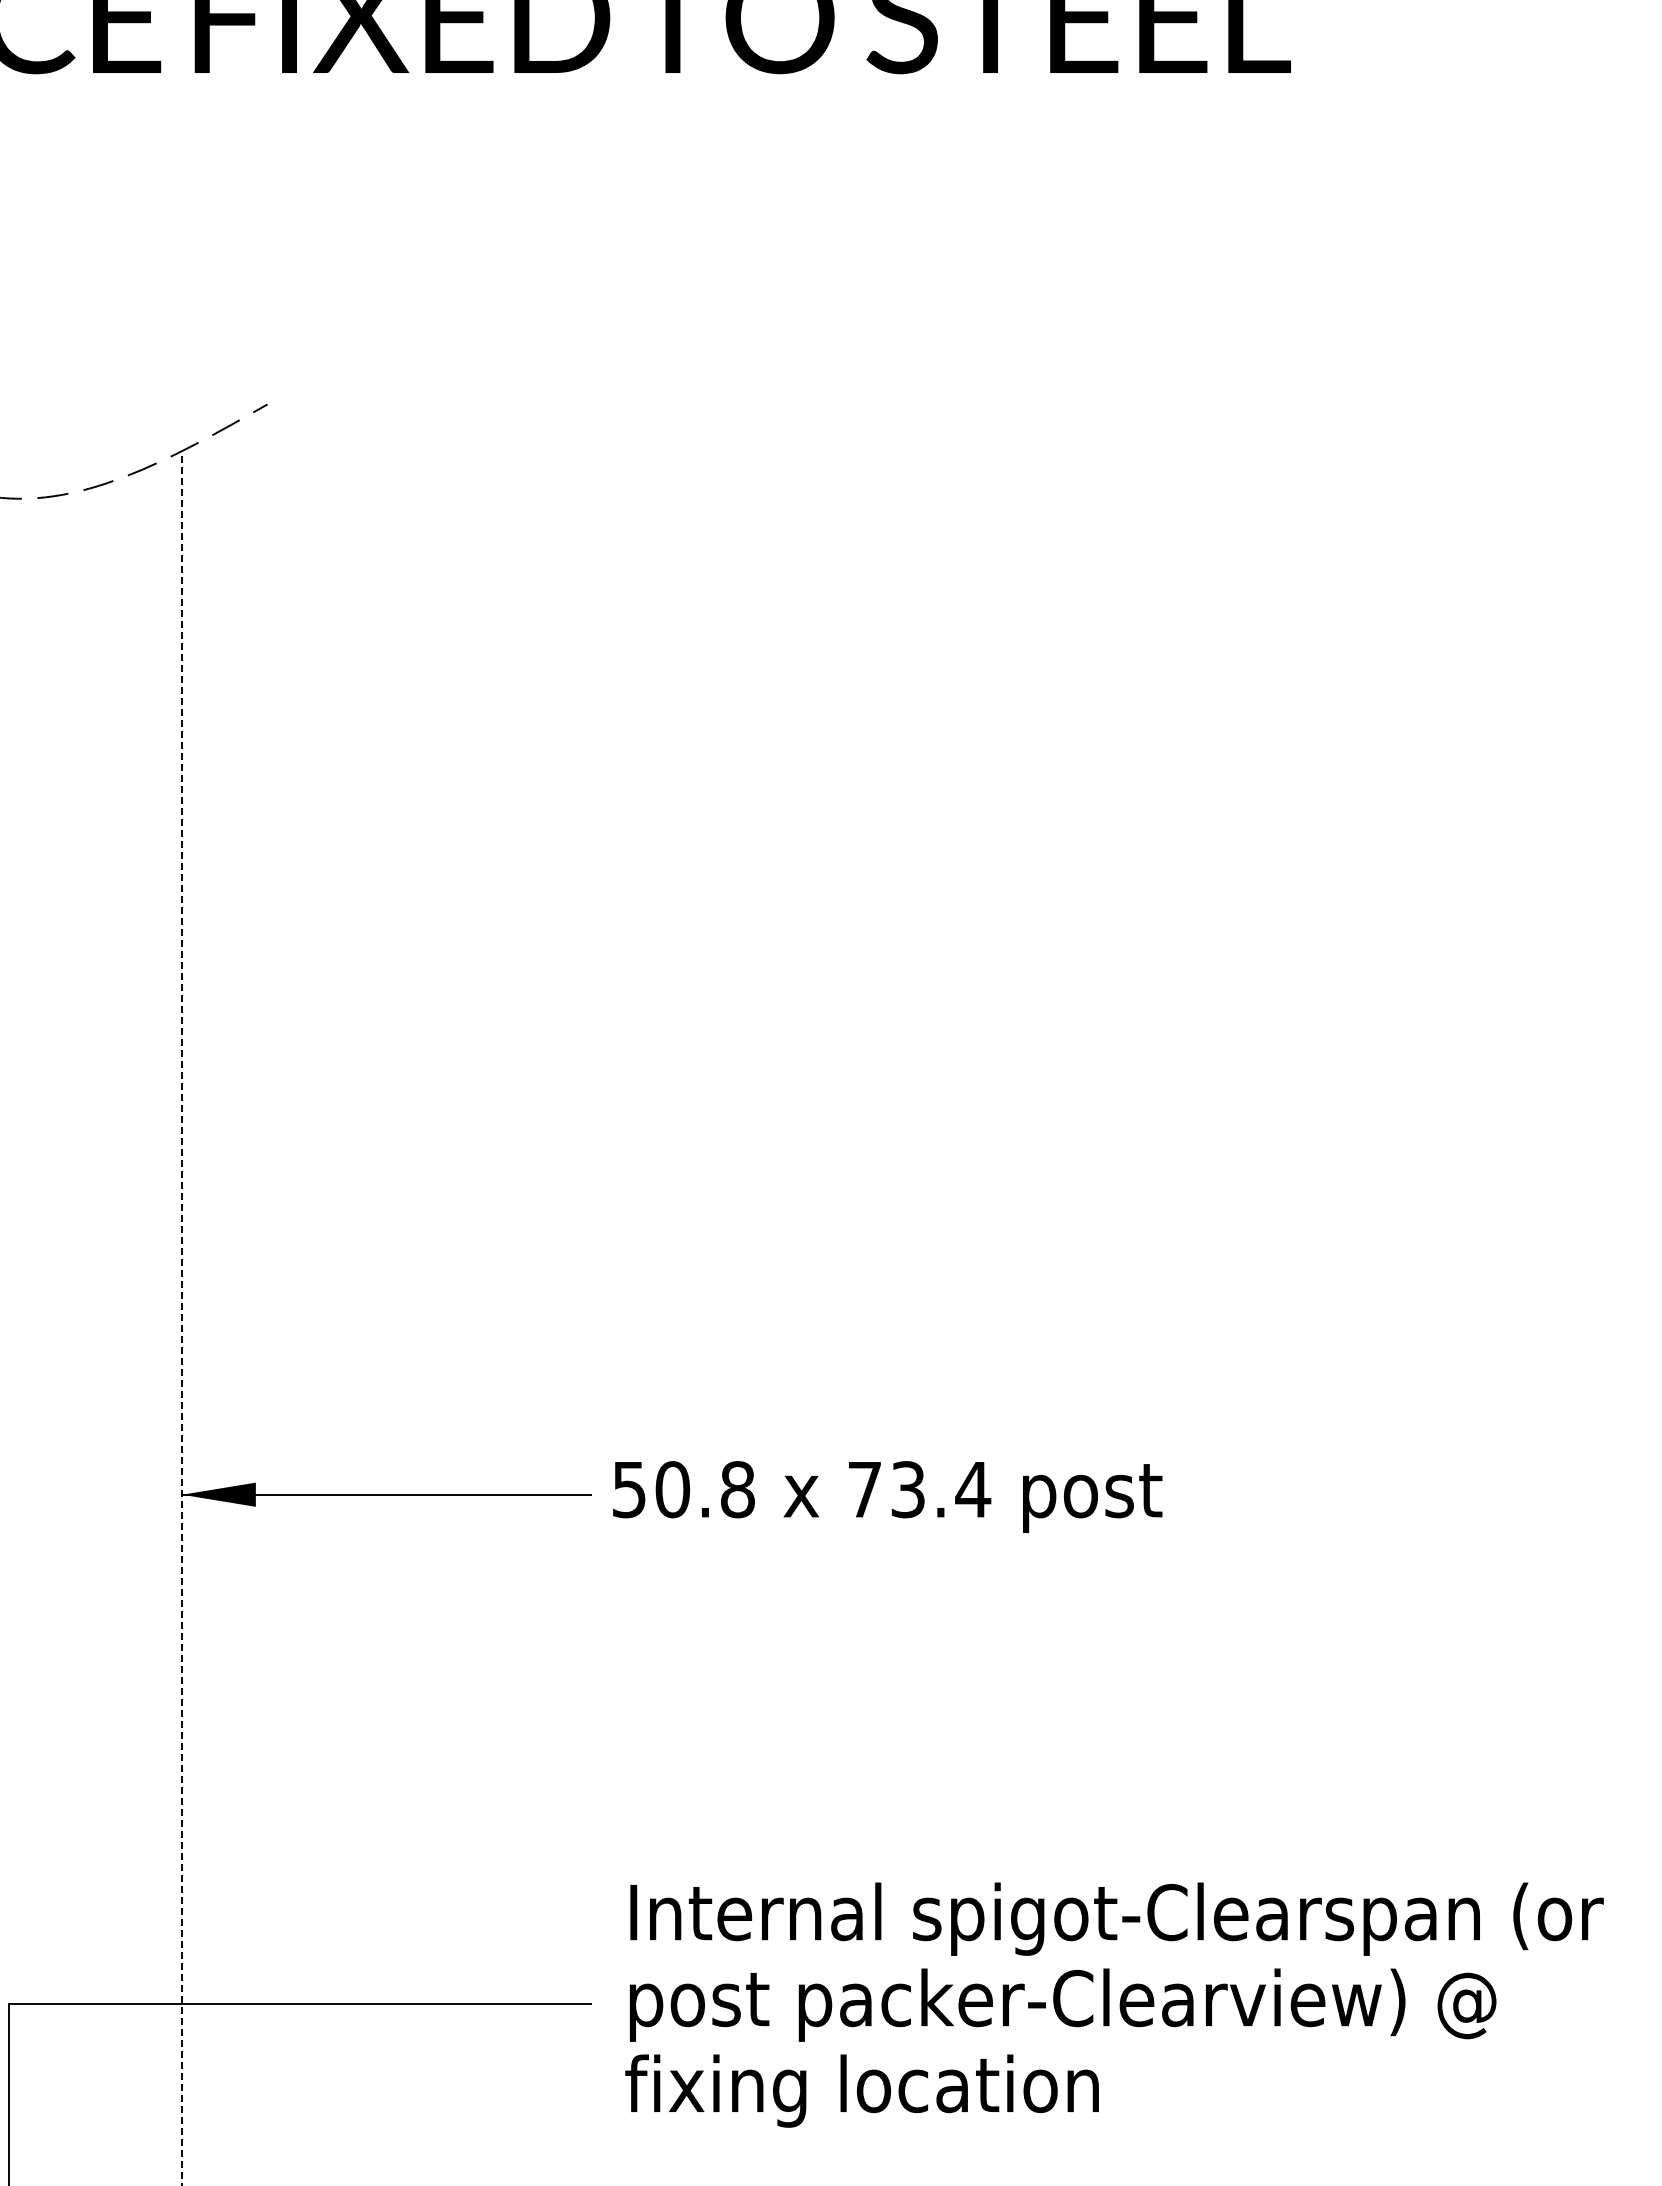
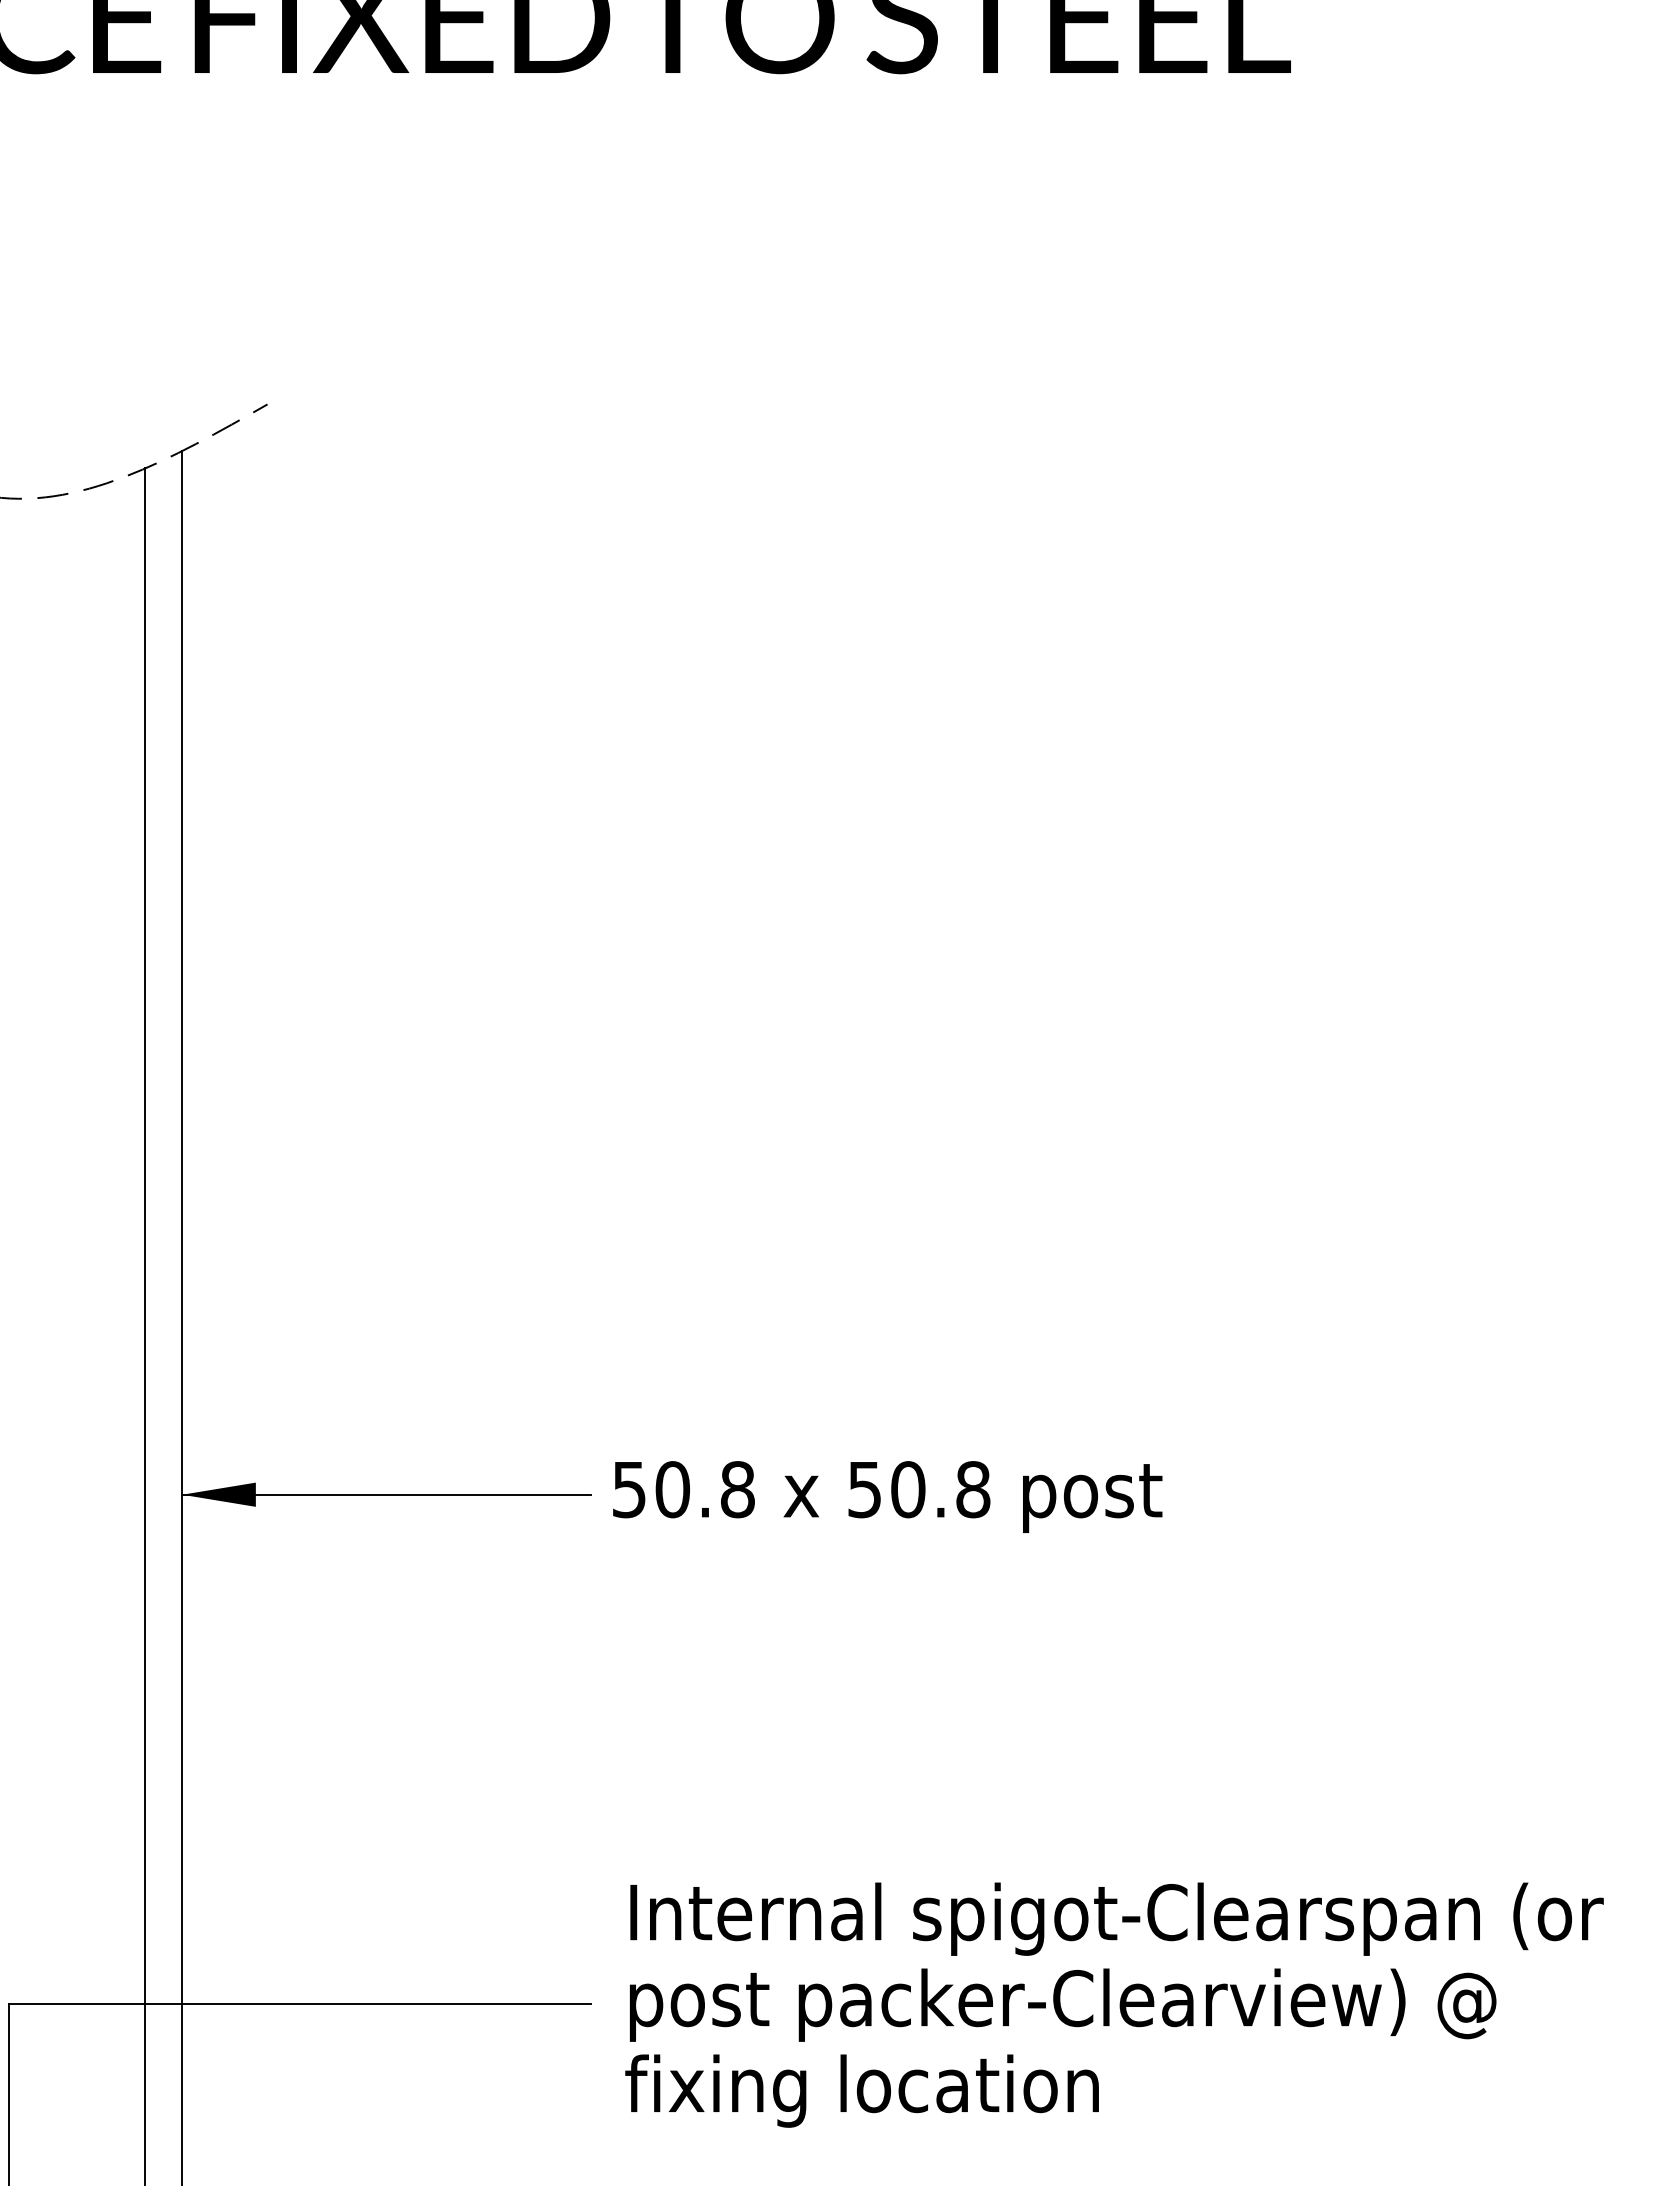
line at (182, 1318): dashed -> solid
line at (145, 1325): none -> present
text at (919, 1489): 73.4 -> 50.8
